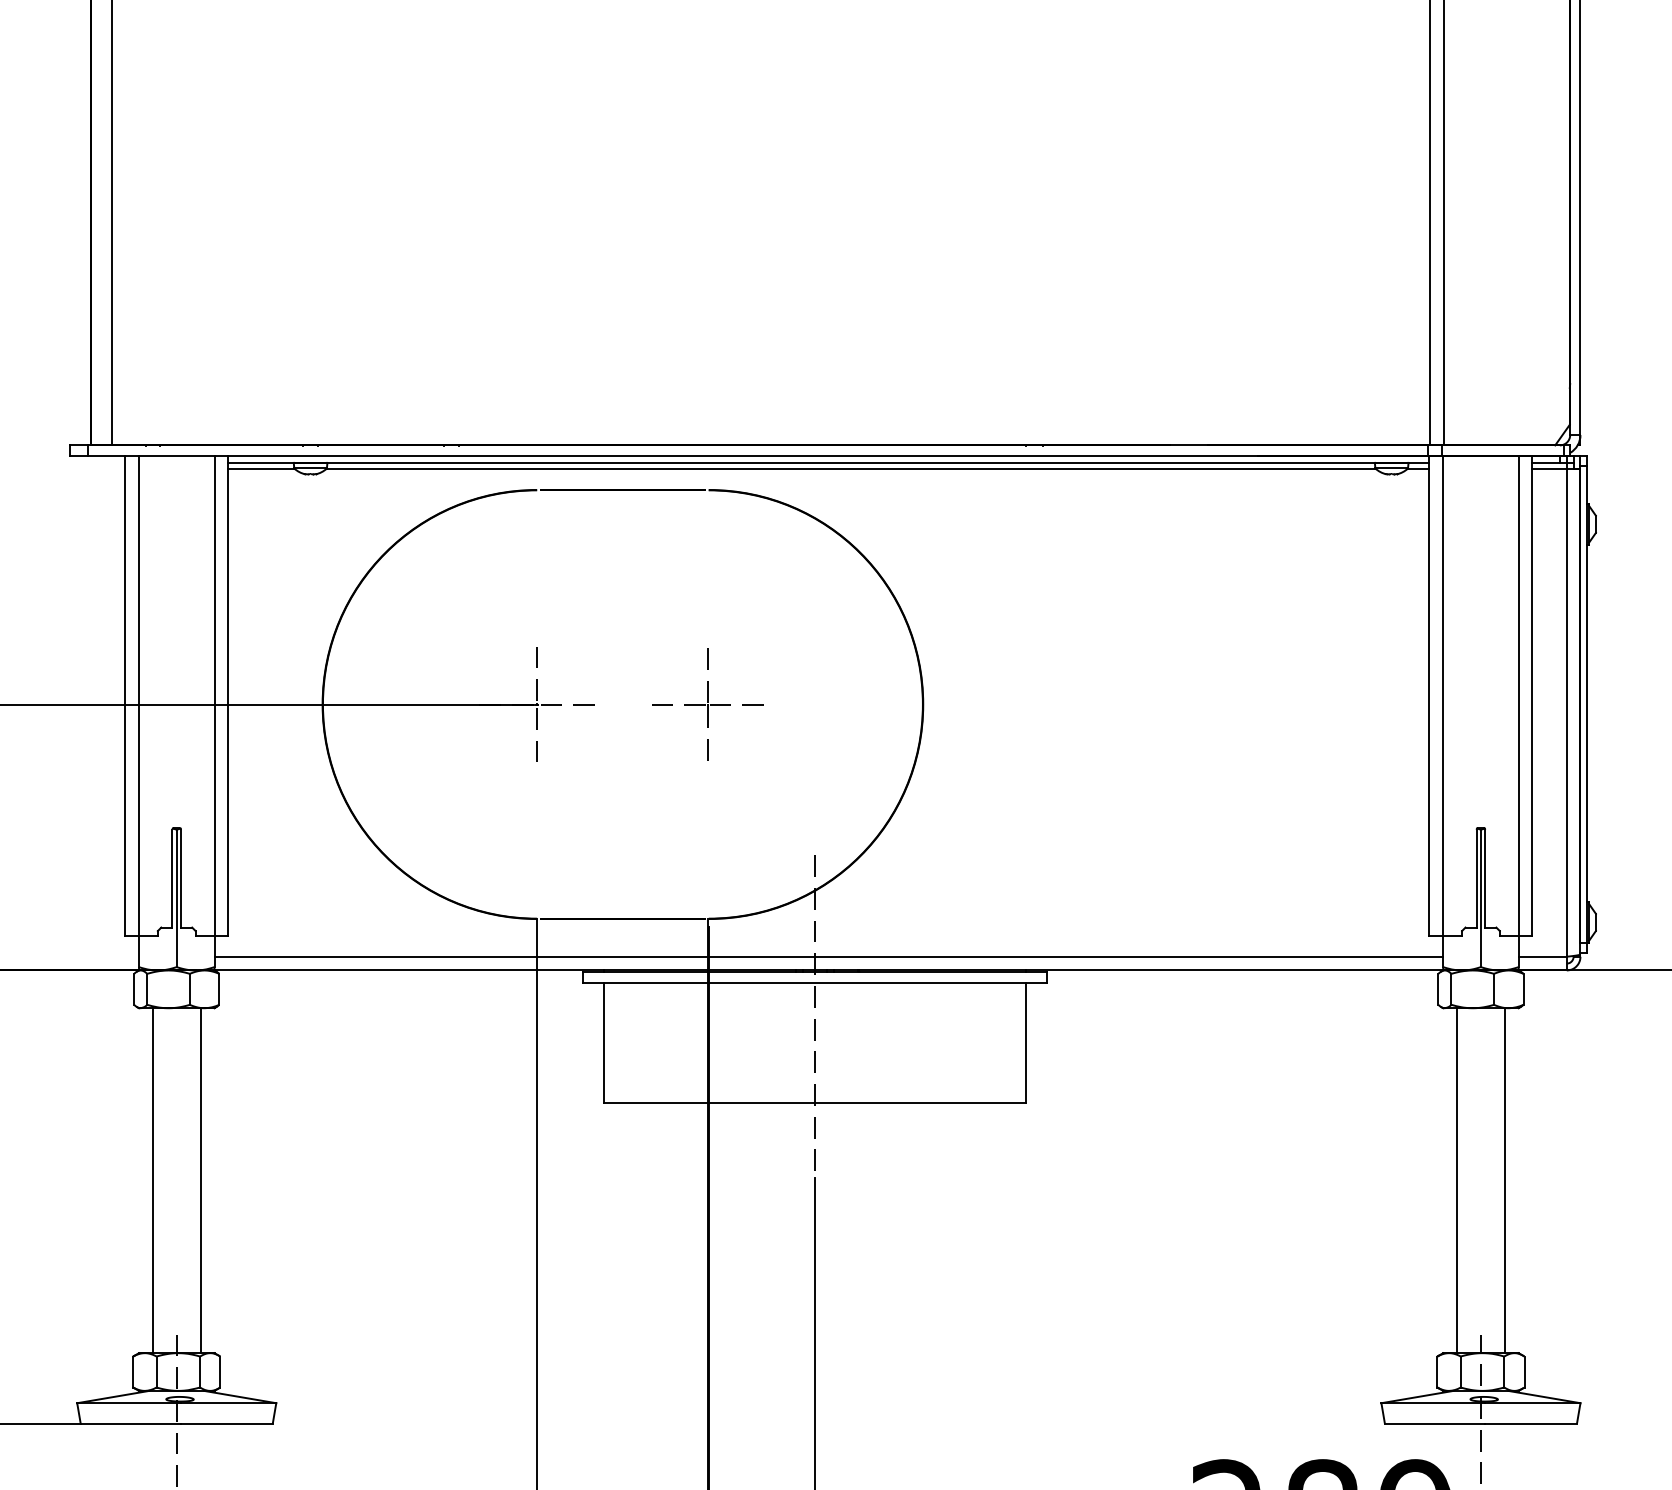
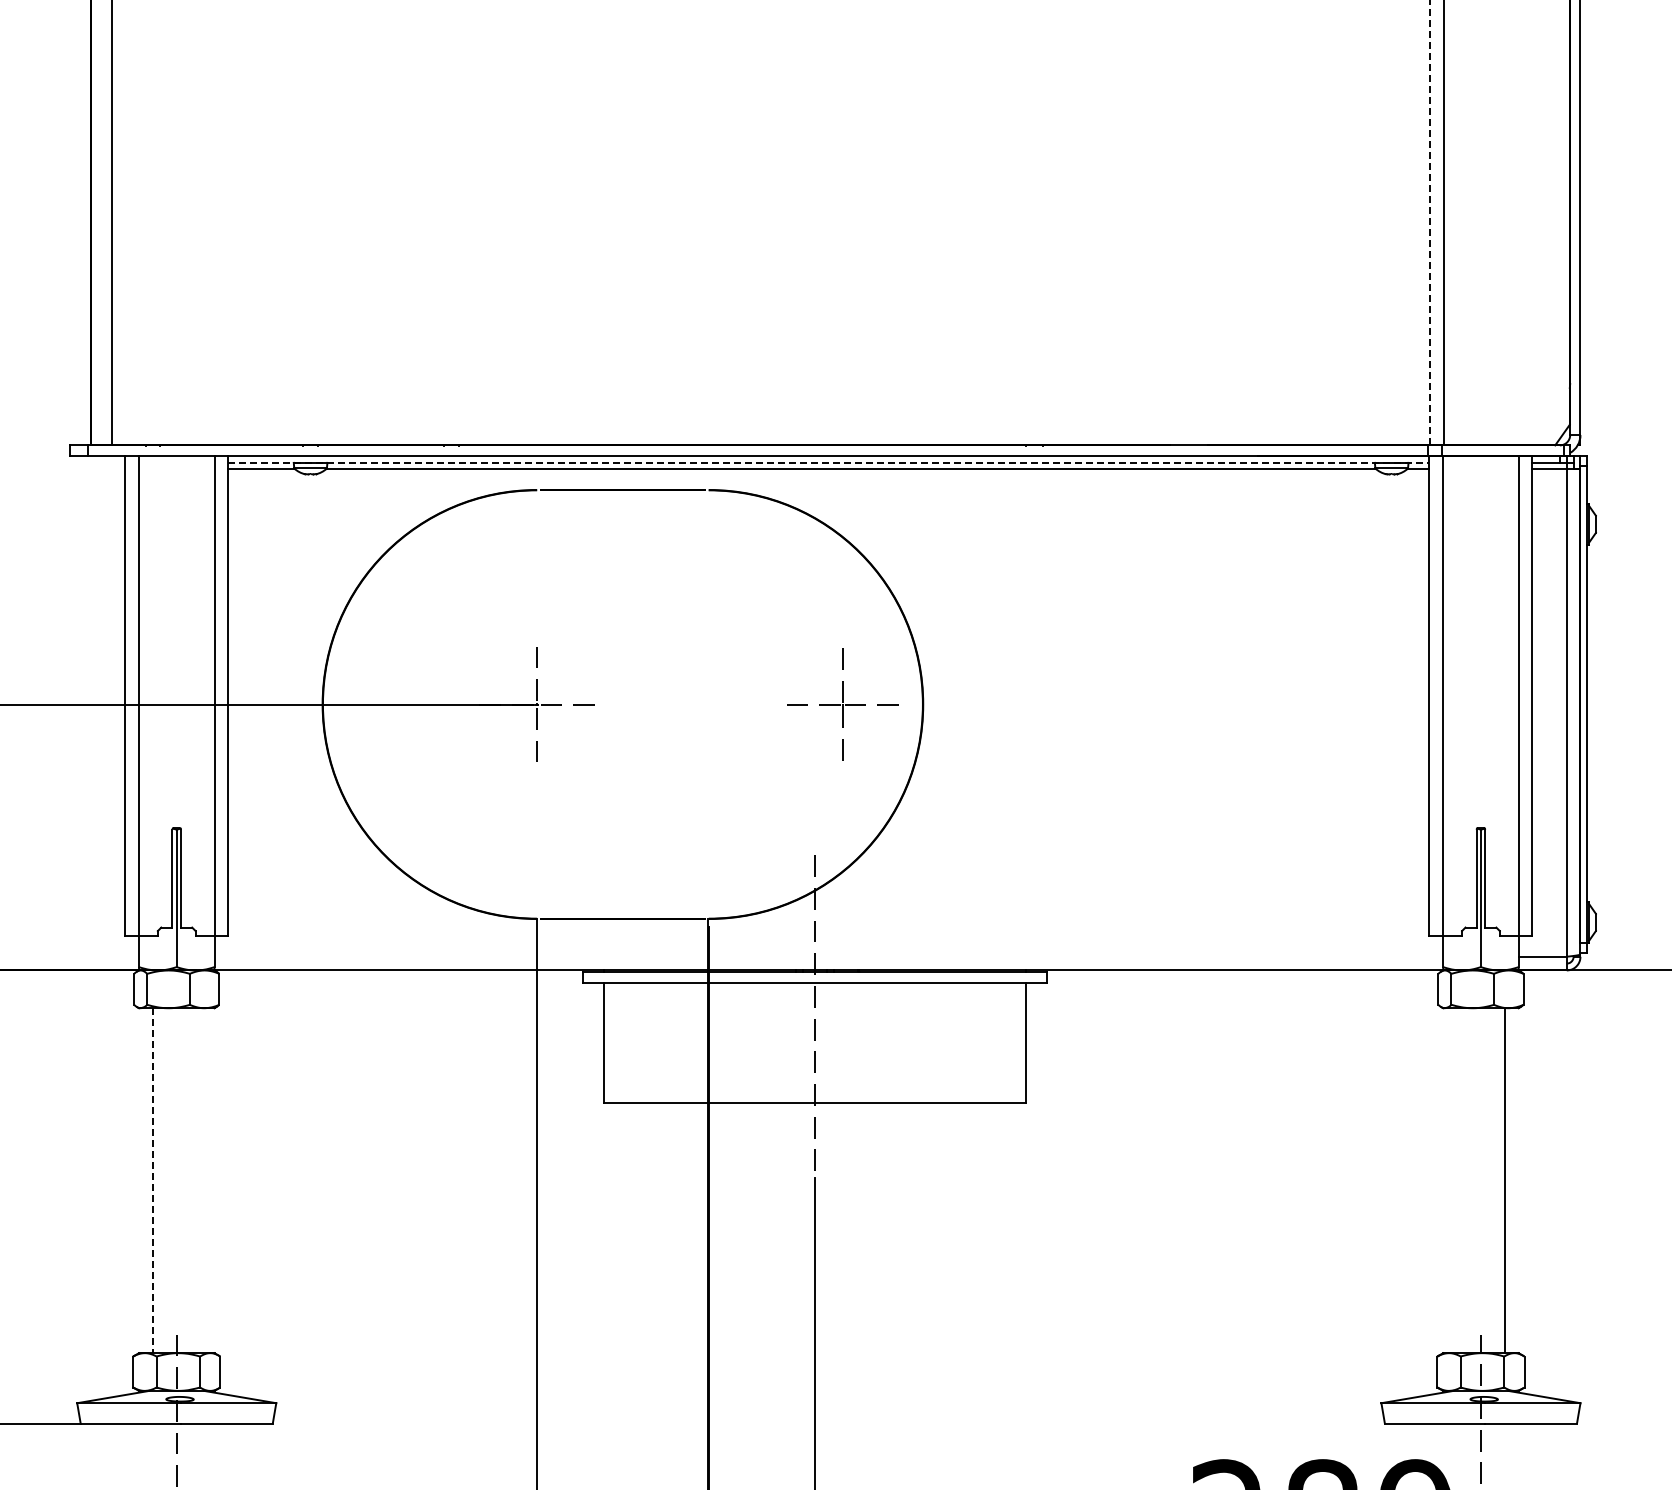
line at (1429, 222): solid -> dashed
line at (828, 462): solid -> dashed
part at (707, 704) position: (707, 704) -> (842, 704)
line at (828, 956): present -> none
line at (200, 1180): present -> none
line at (1456, 1180): present -> none
line at (152, 1181): solid -> dashed
